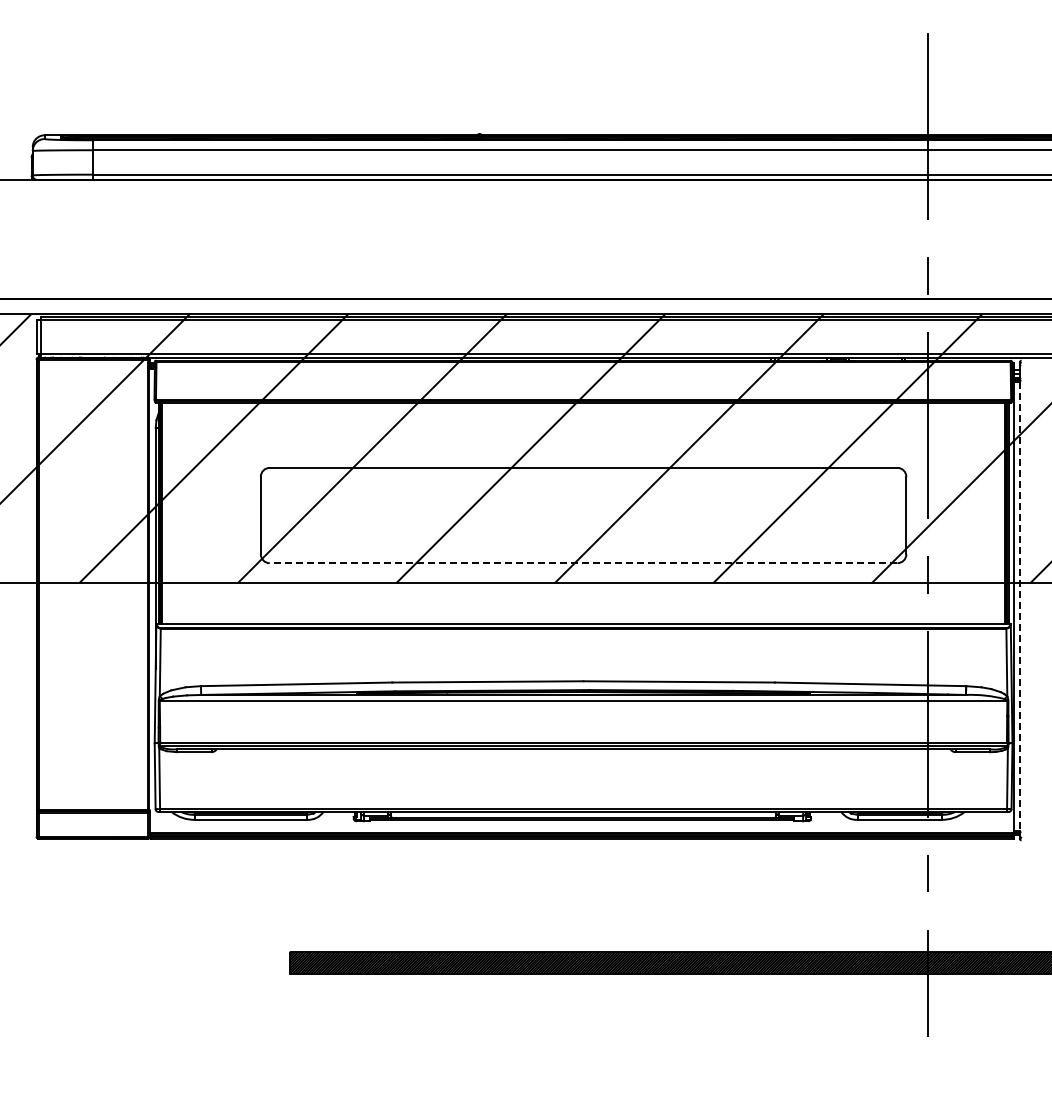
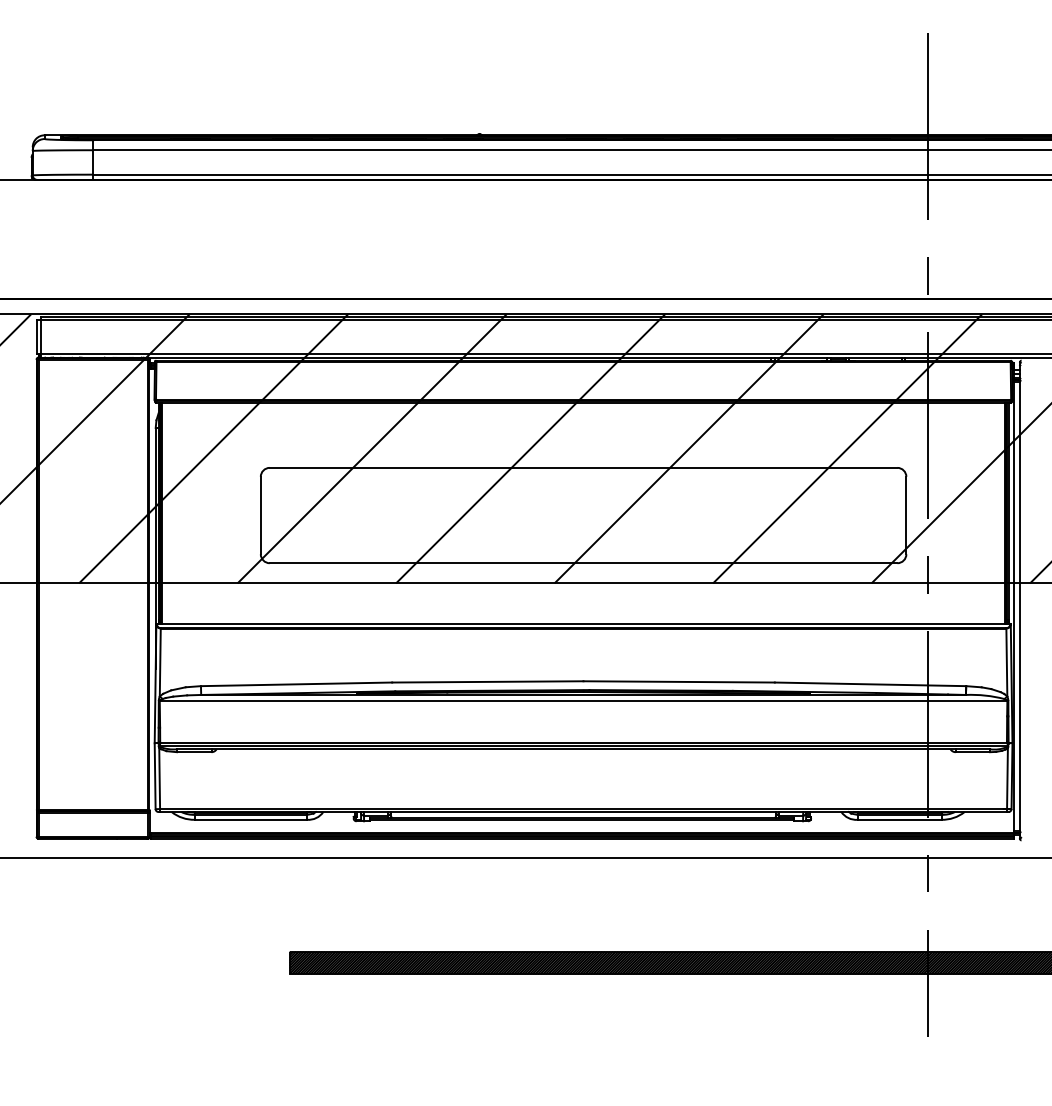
line at (583, 563): dashed -> solid
line at (1020, 606): dashed -> solid
line at (525, 858): none -> present
